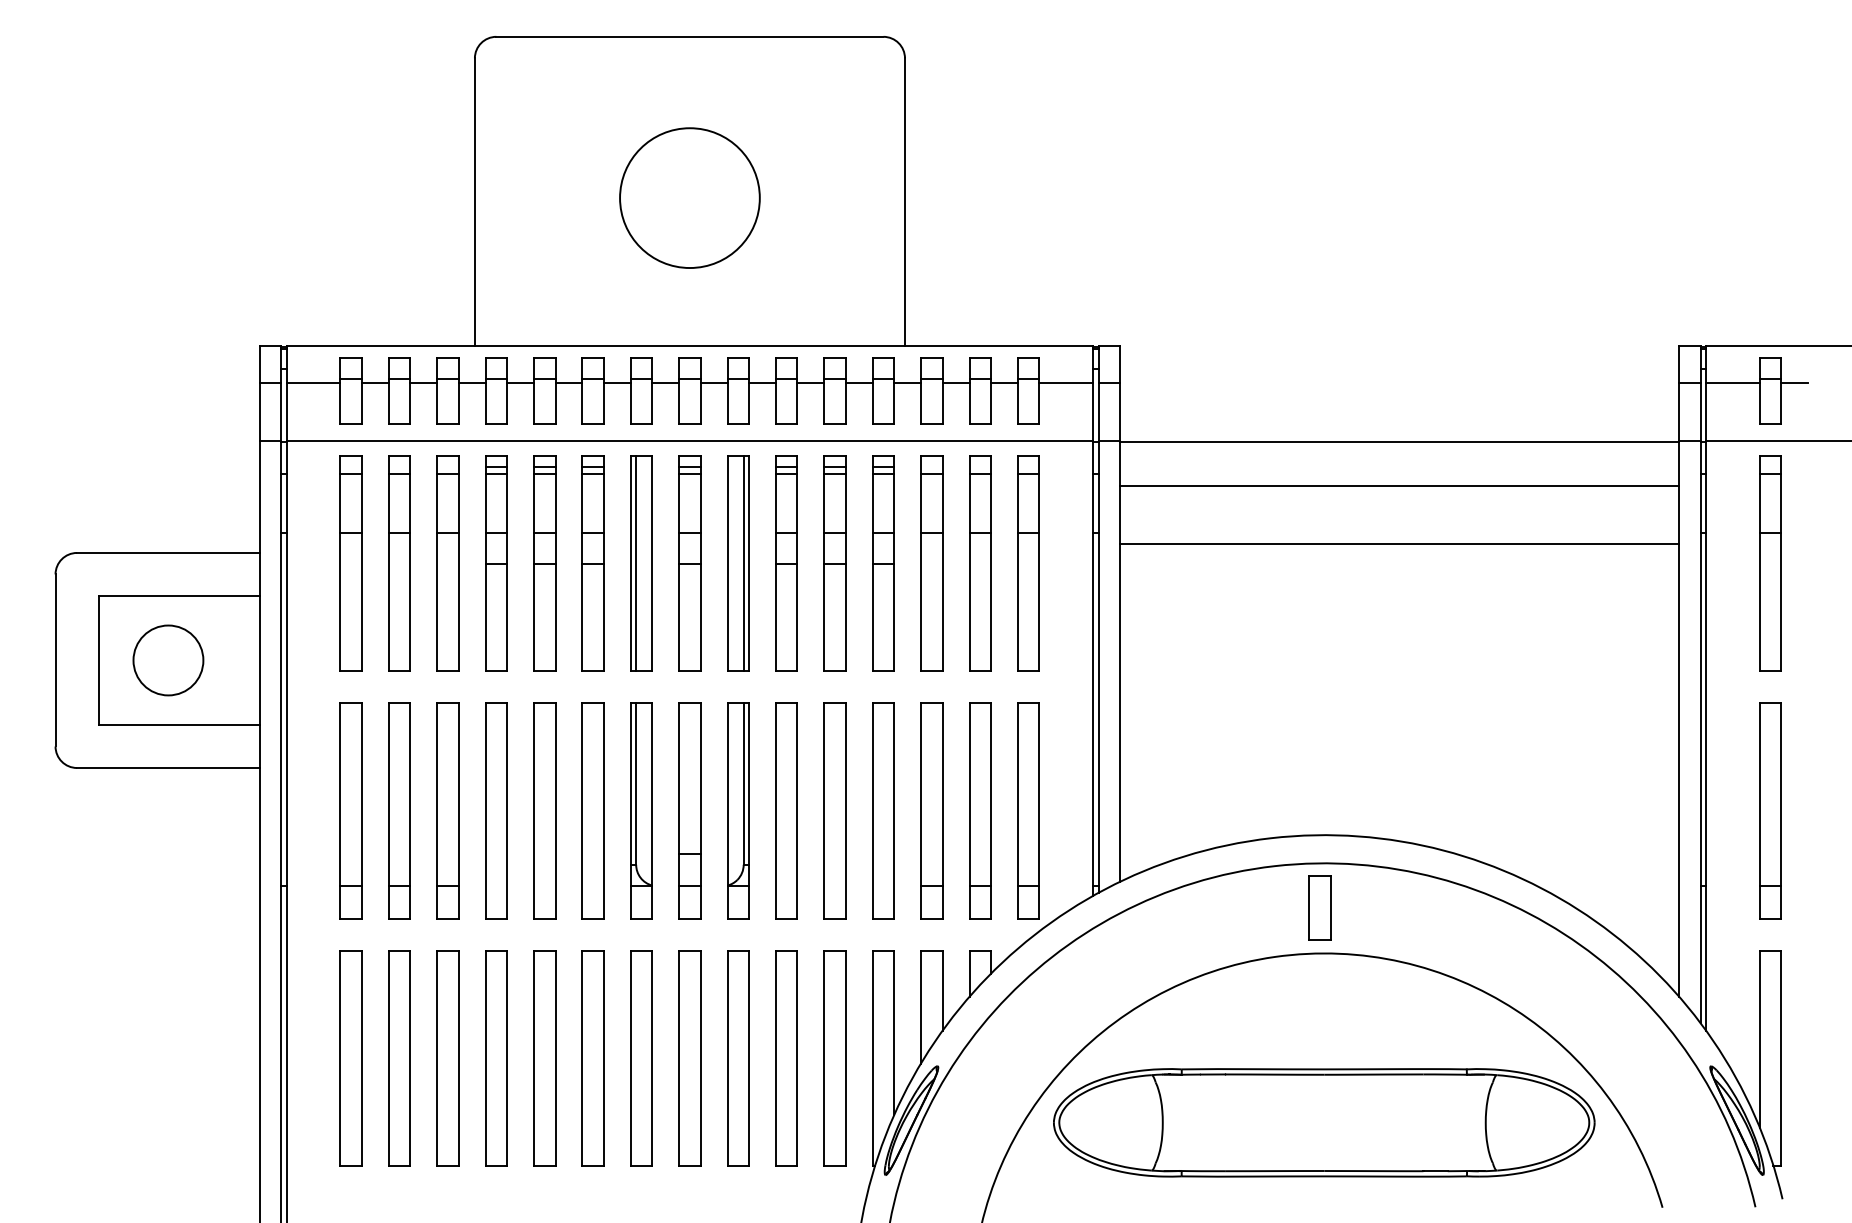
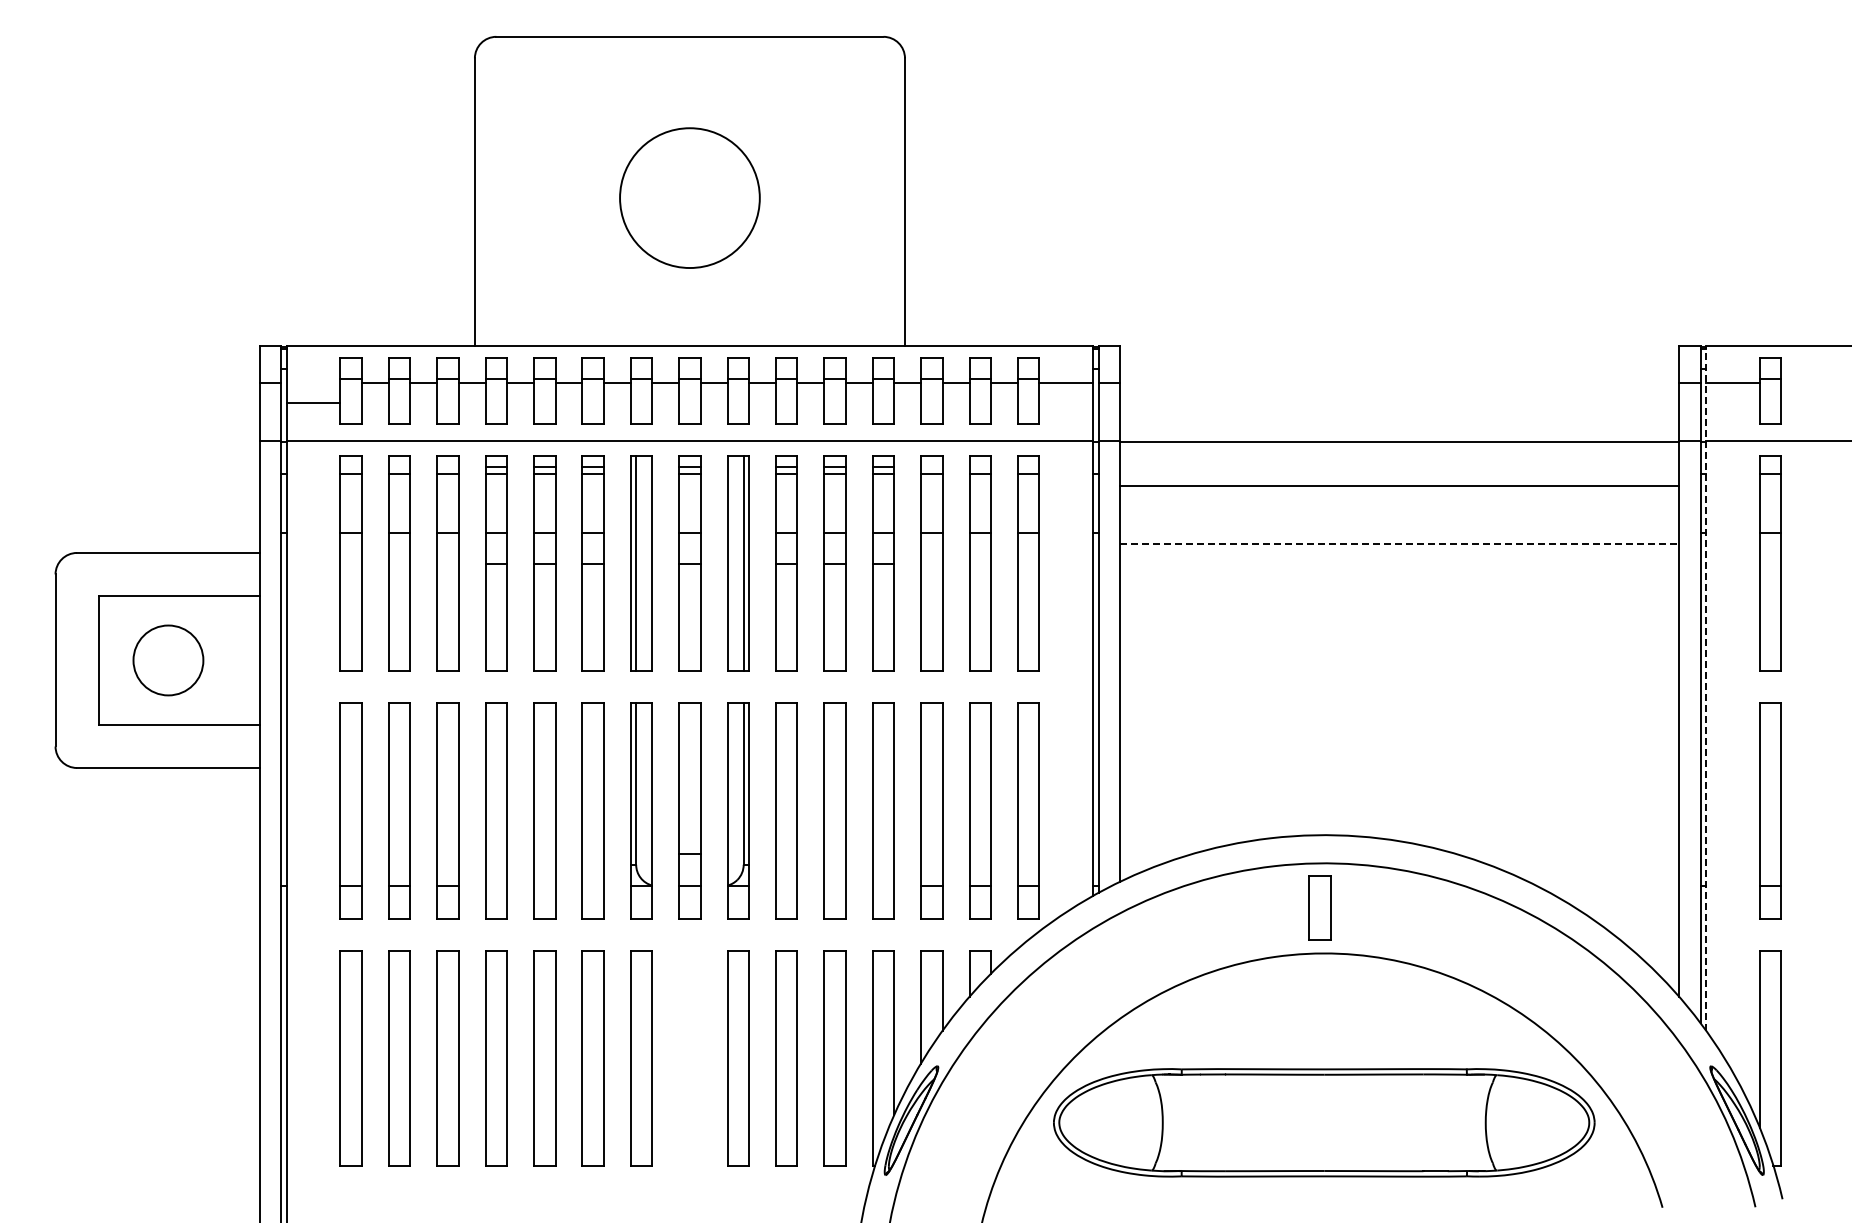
line at (313, 383) position: (313, 383) -> (313, 403)
line at (1794, 383): present -> none
line at (1399, 544): solid -> dashed
line at (1706, 688): solid -> dashed
part at (689, 1058): present -> none
